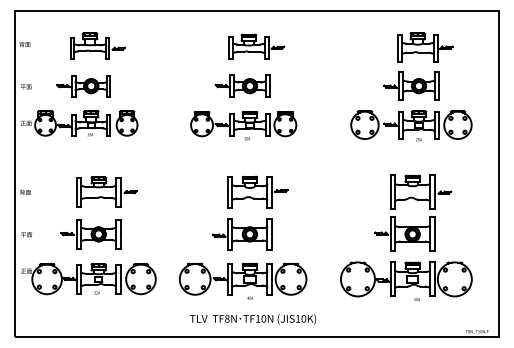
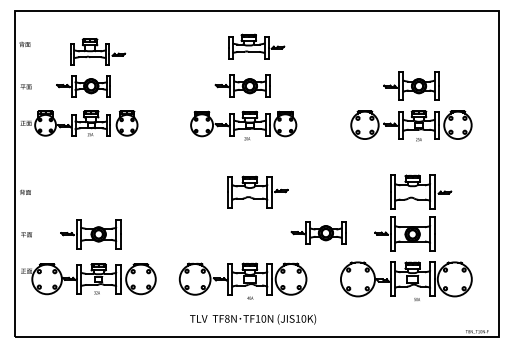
part at (98, 45) position: (98, 45) -> (98, 51)
part at (425, 47): present -> none
part at (106, 191): present -> none
part at (318, 232): none -> present
part at (241, 234): present -> none
